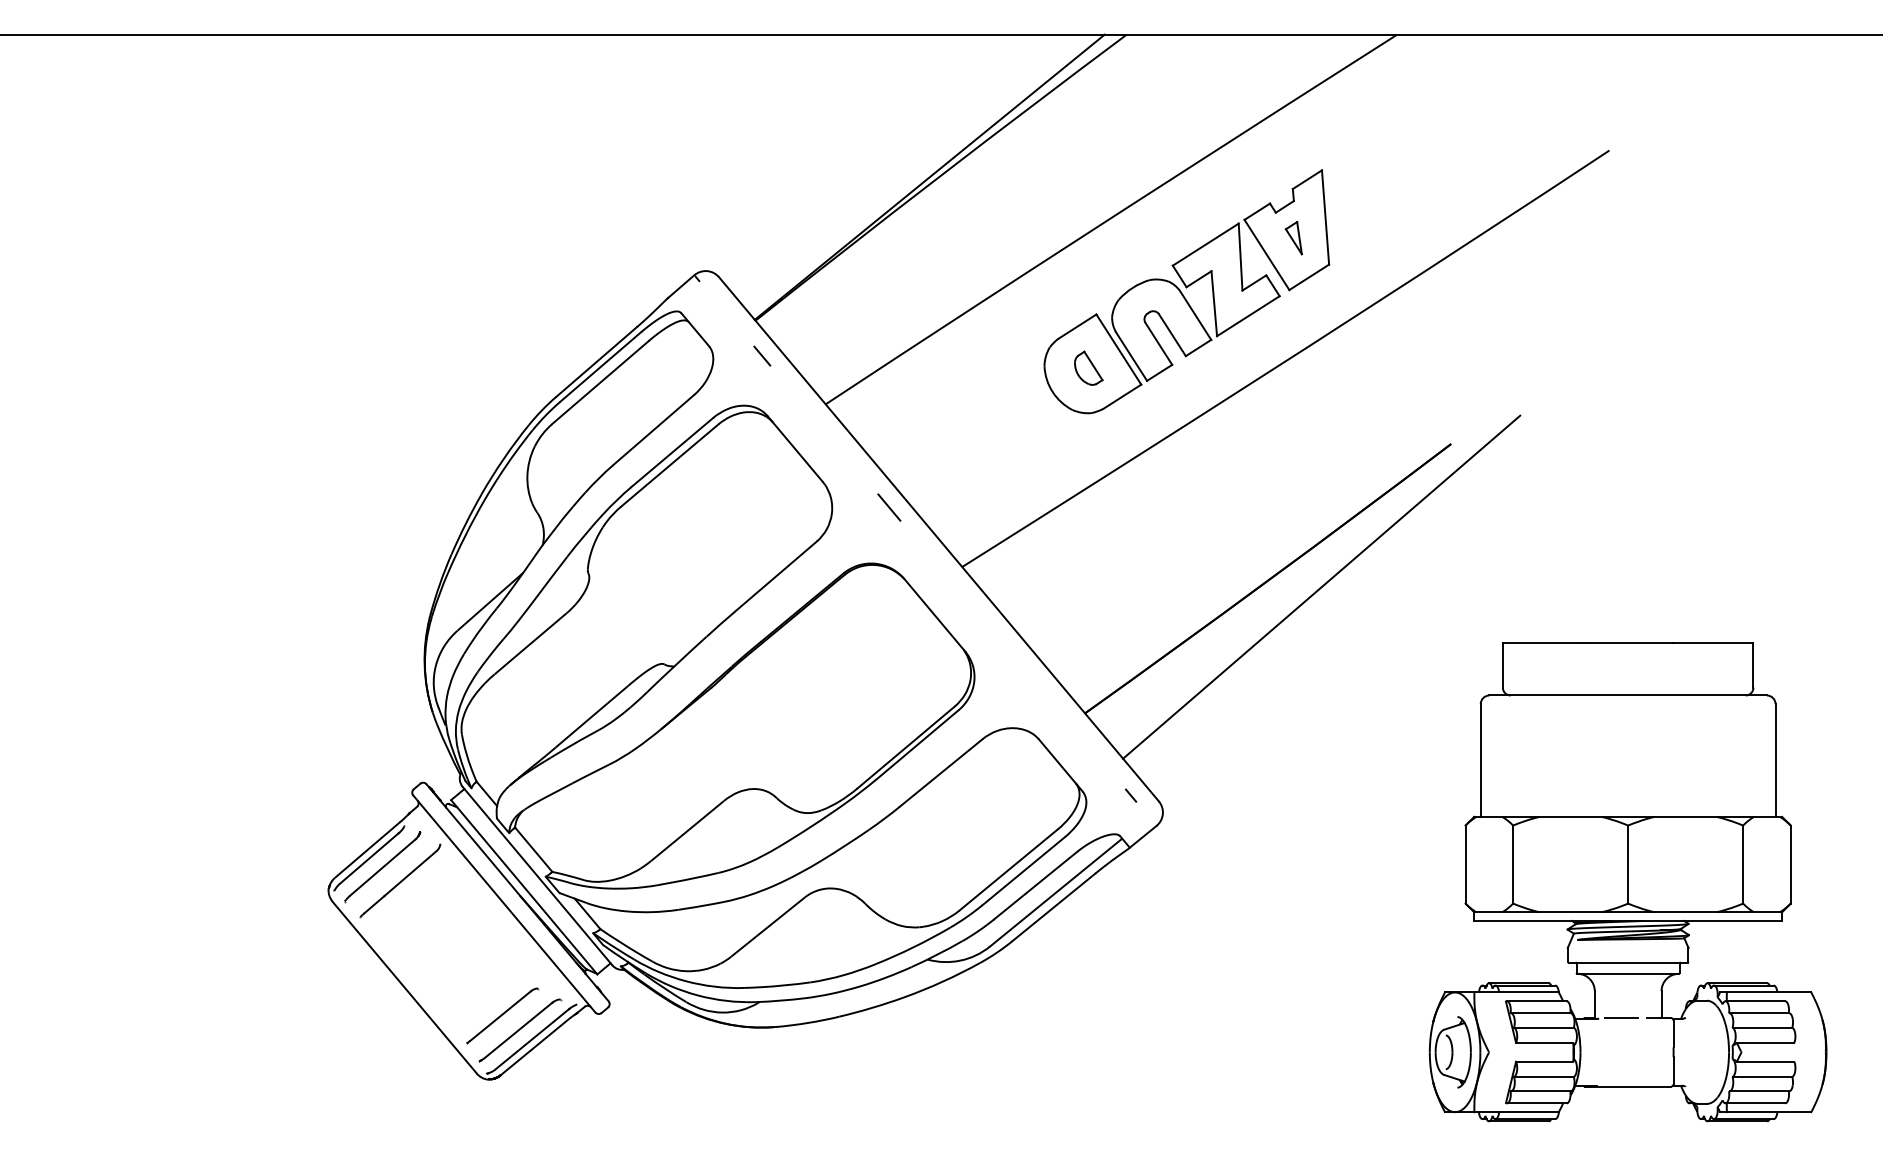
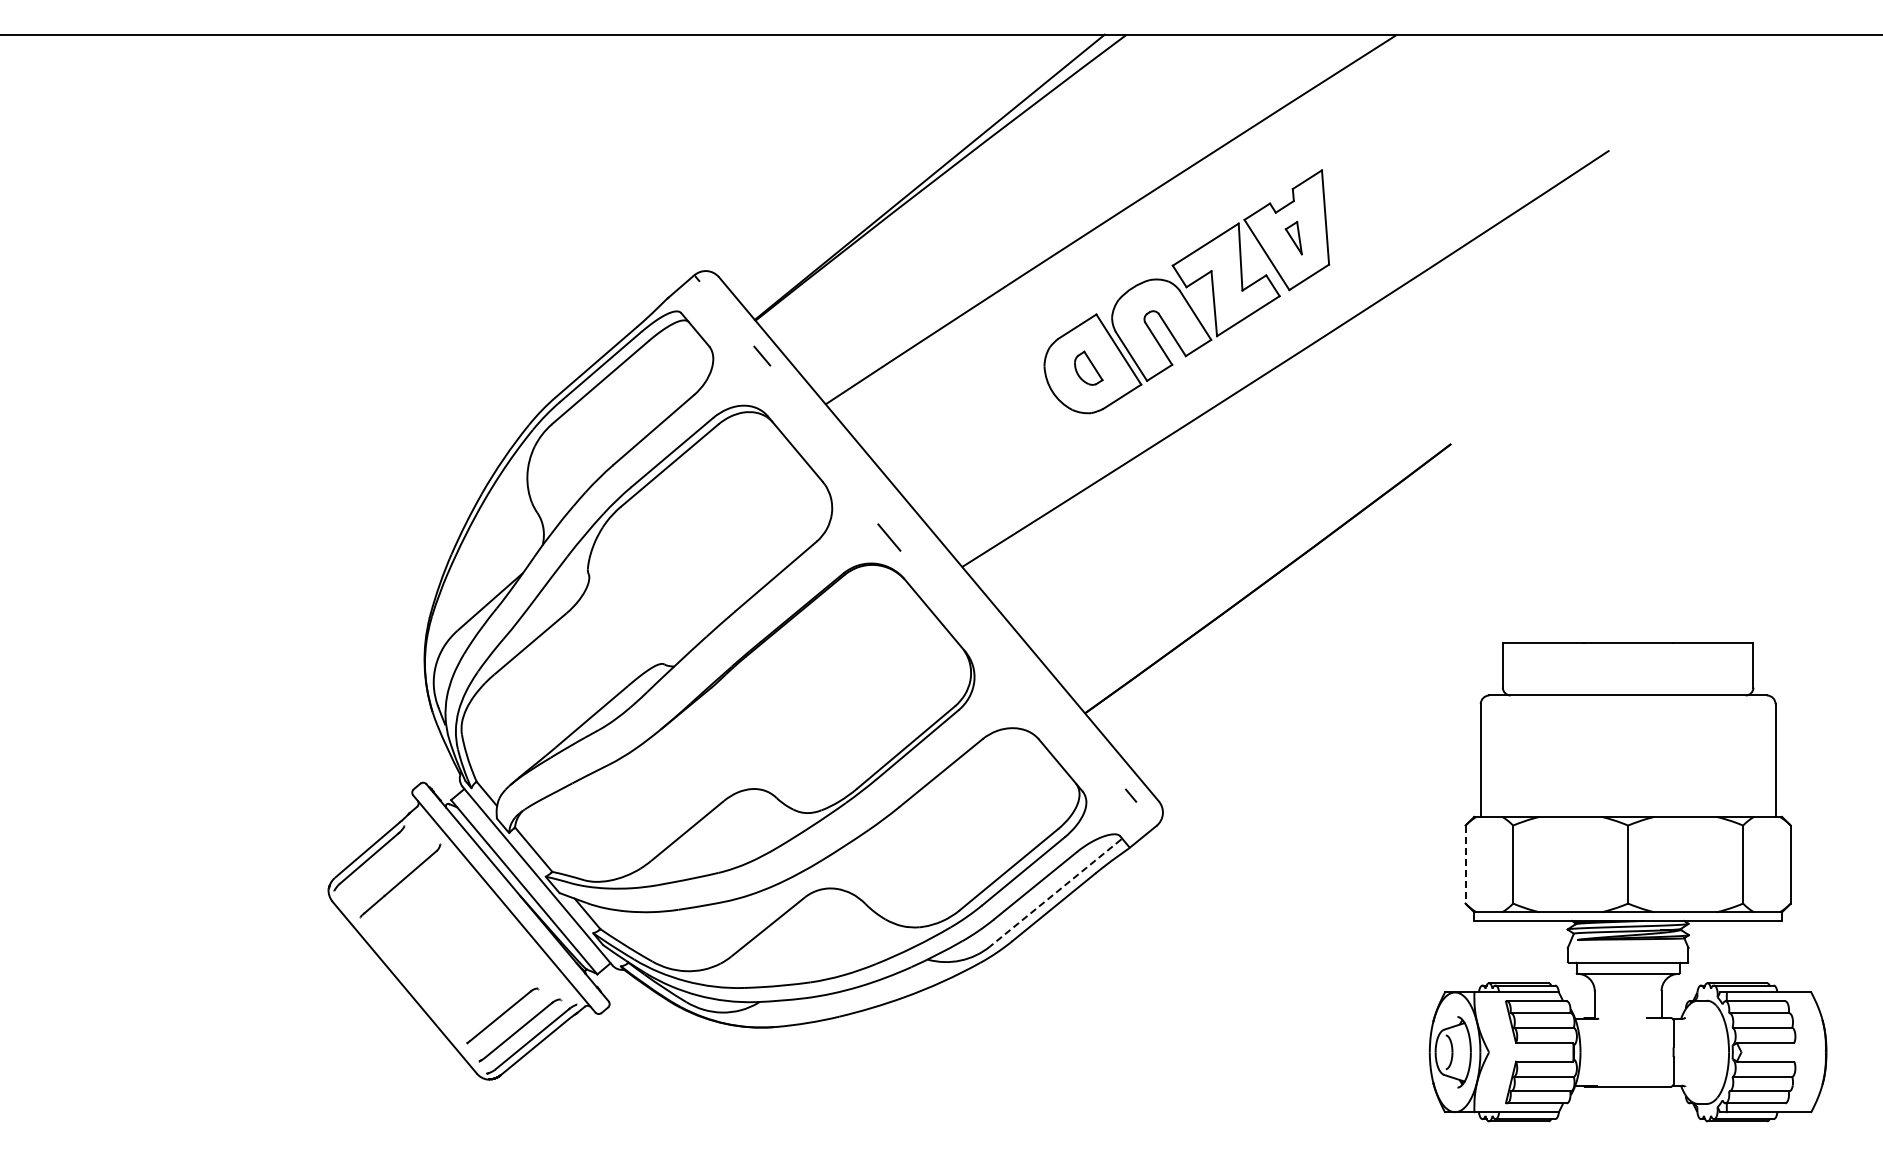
line at (889, 507) position: (889, 507) -> (889, 537)
line at (1321, 586): present -> none
line at (1465, 865): solid -> dashed
part at (382, 867): present -> none
line at (1055, 893): solid -> dashed
line at (1621, 1018): present -> none
